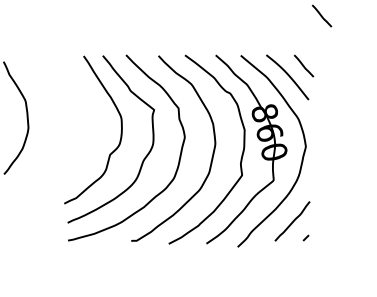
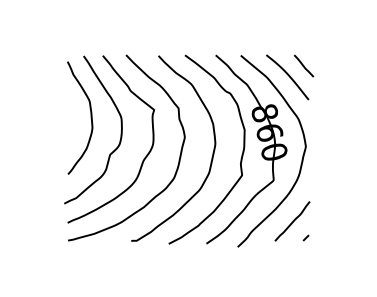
line at (321, 15): present -> none
curve at (26, 117) position: (26, 117) -> (90, 117)
